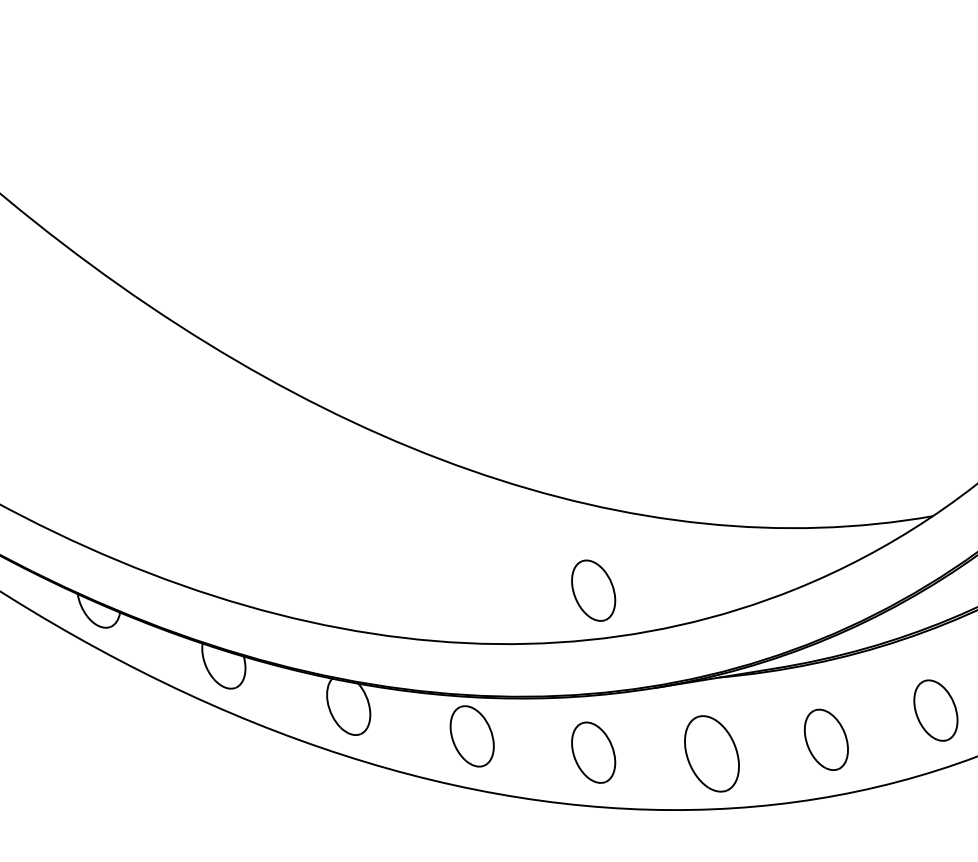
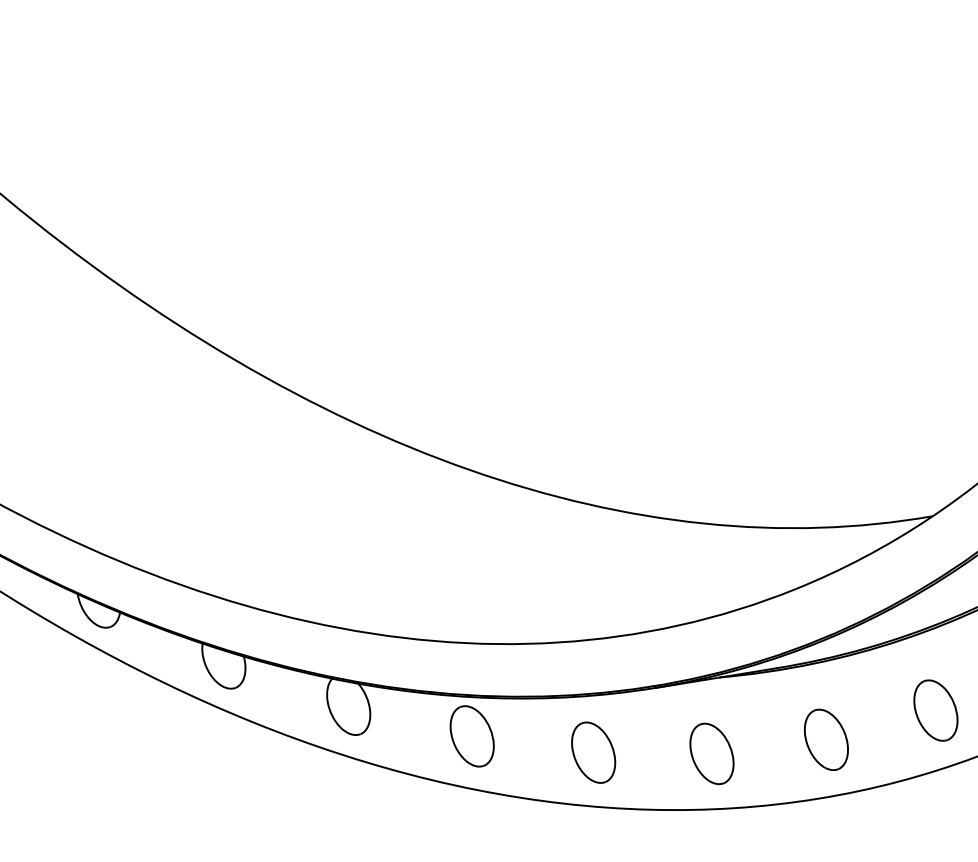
part at (593, 590): present -> none
part at (711, 753) size: 56x78 px -> 46x64 px
